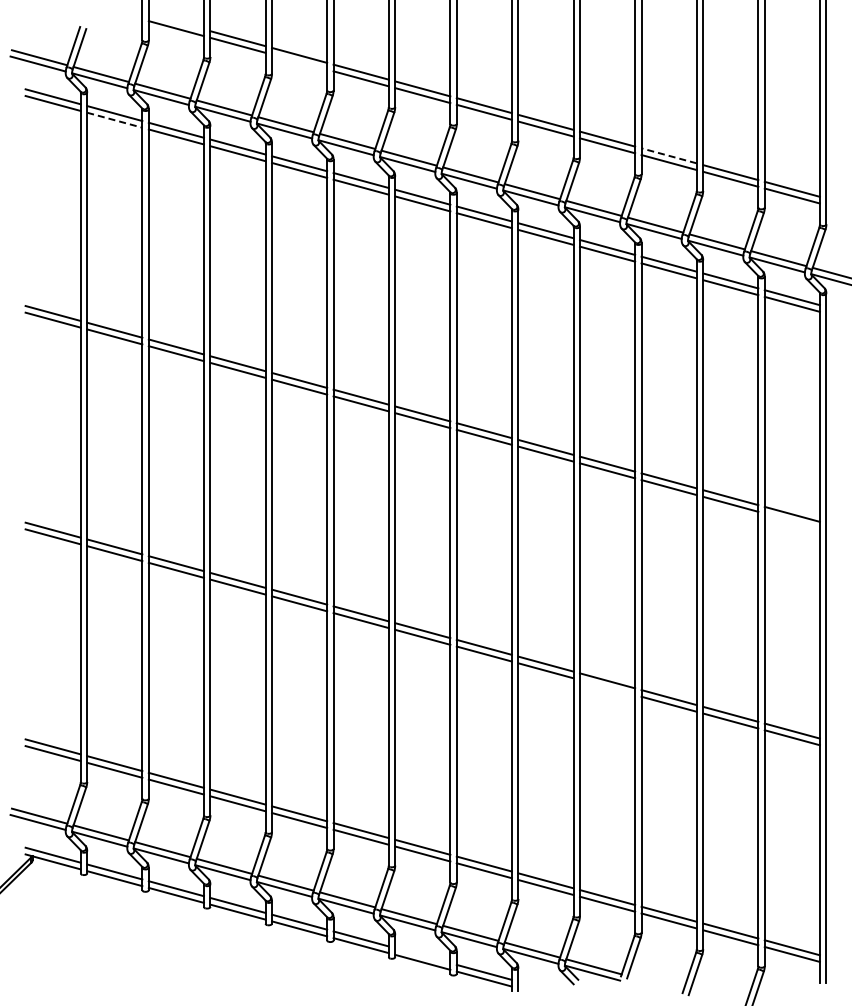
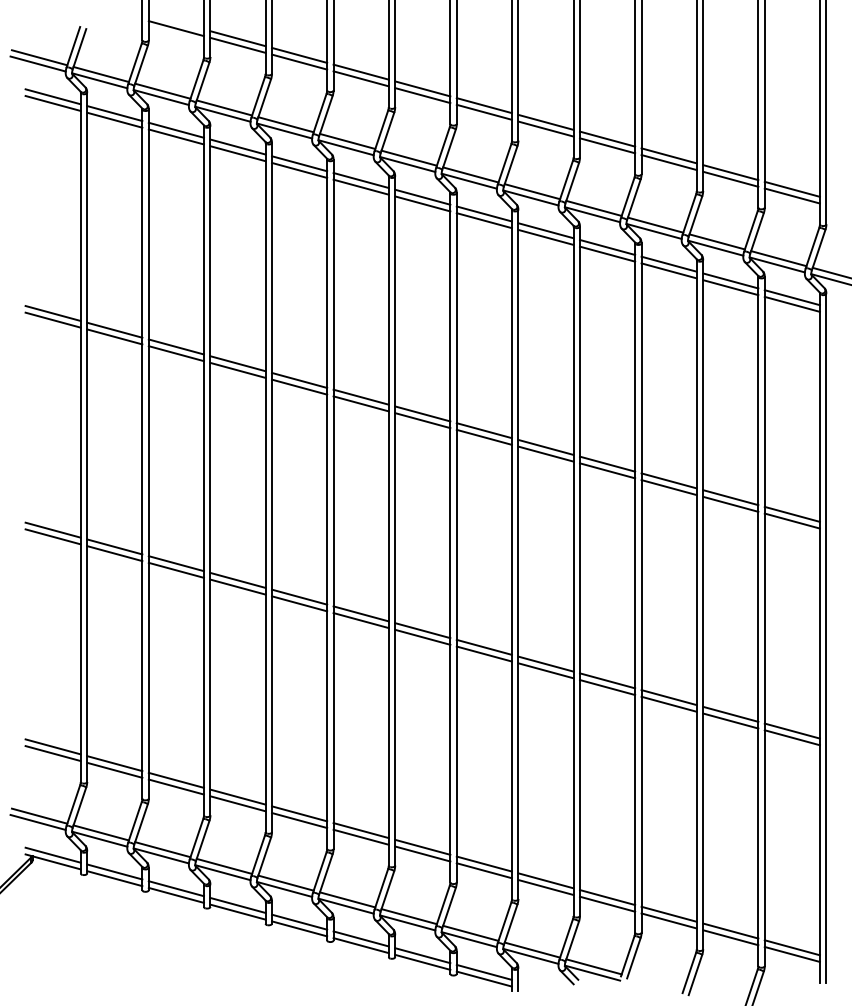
line at (299, 61): none -> present
line at (114, 120): dashed -> solid
line at (669, 155): dashed -> solid
line at (791, 520): none -> present
line at (607, 687): none -> present
line at (422, 955): none -> present
